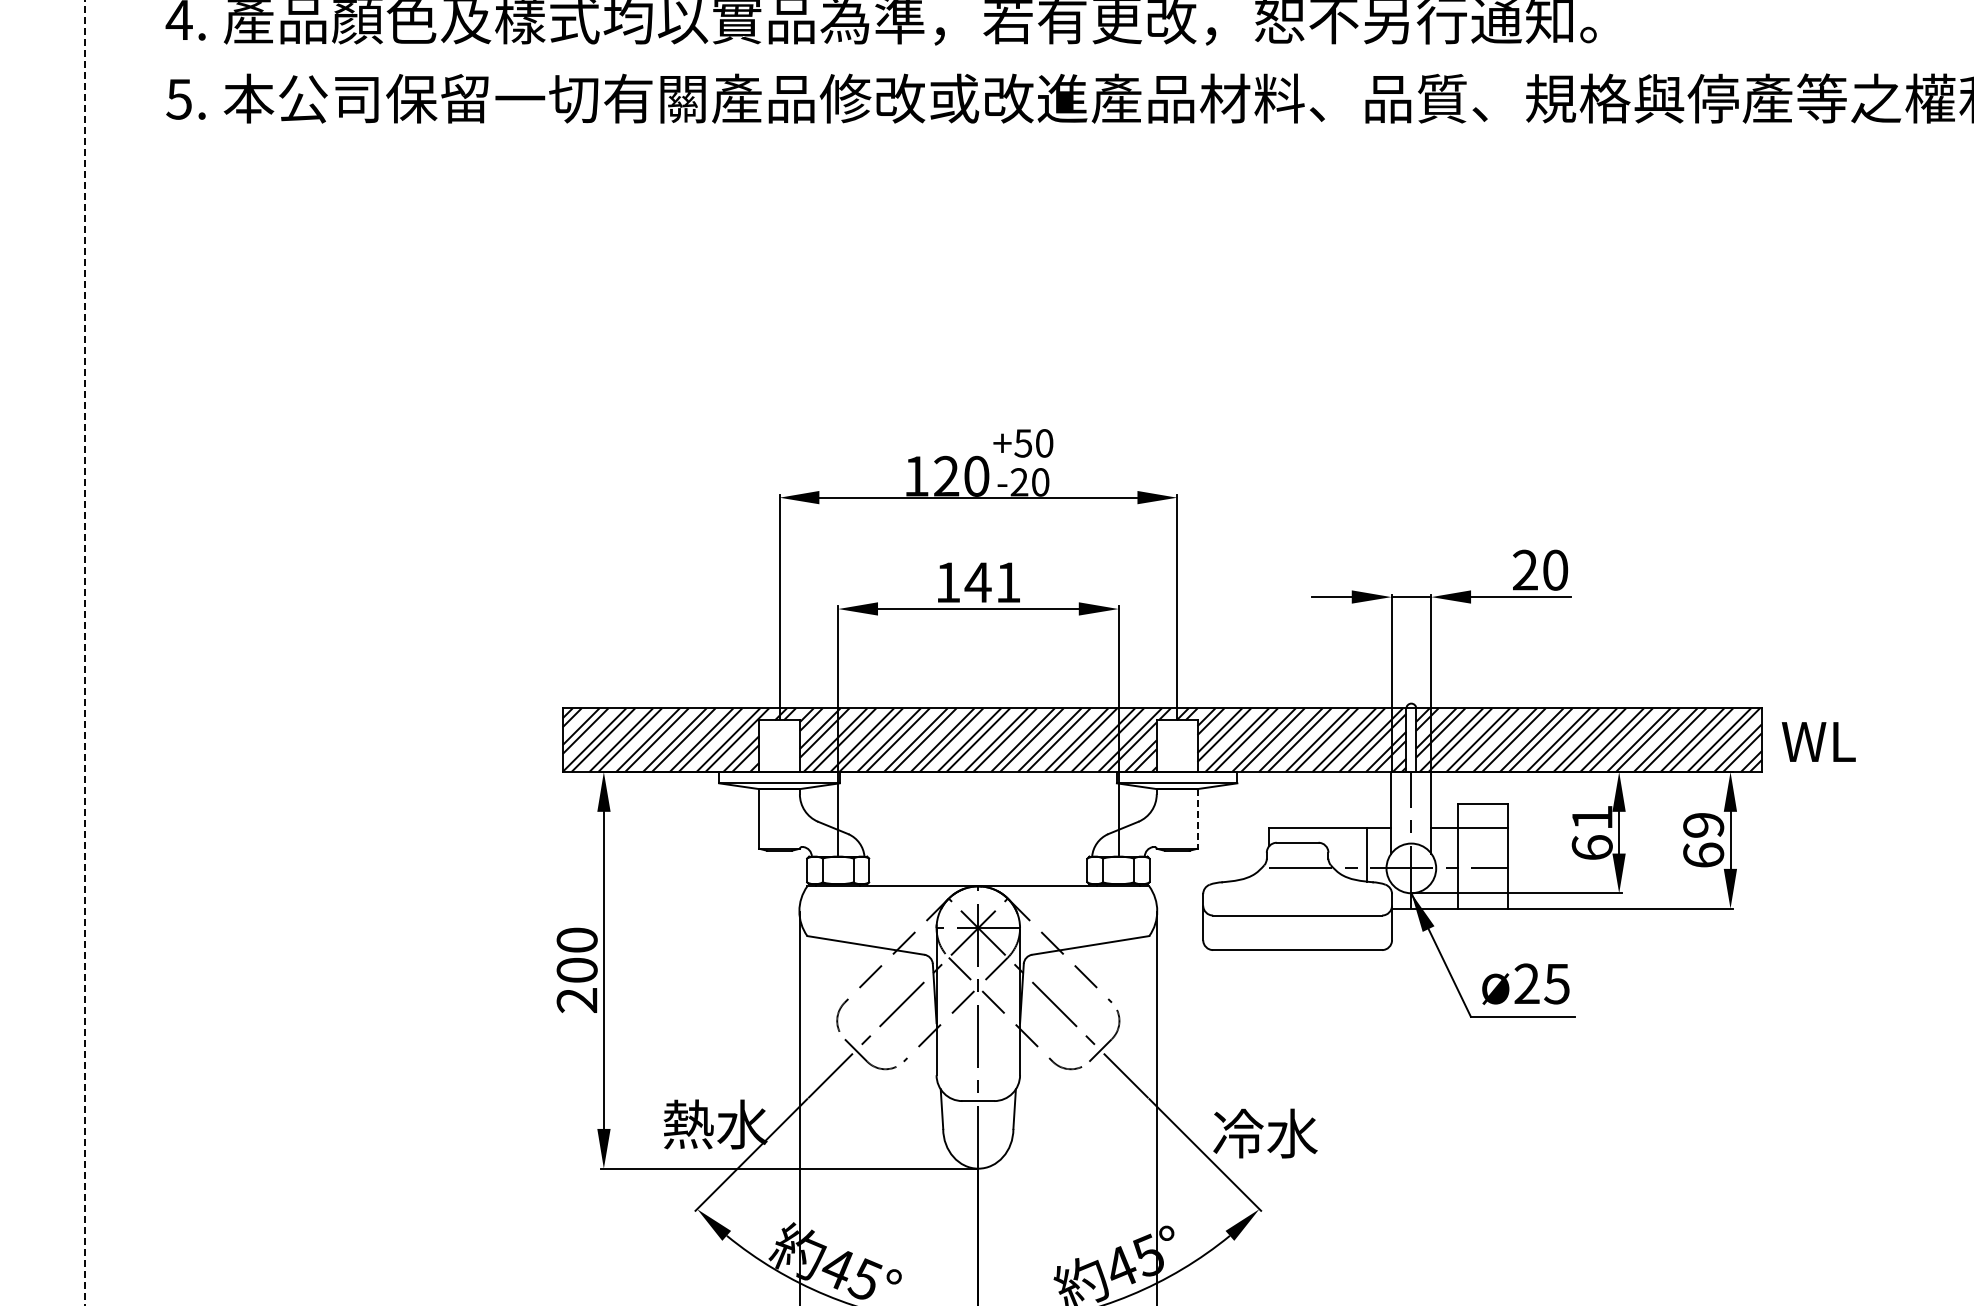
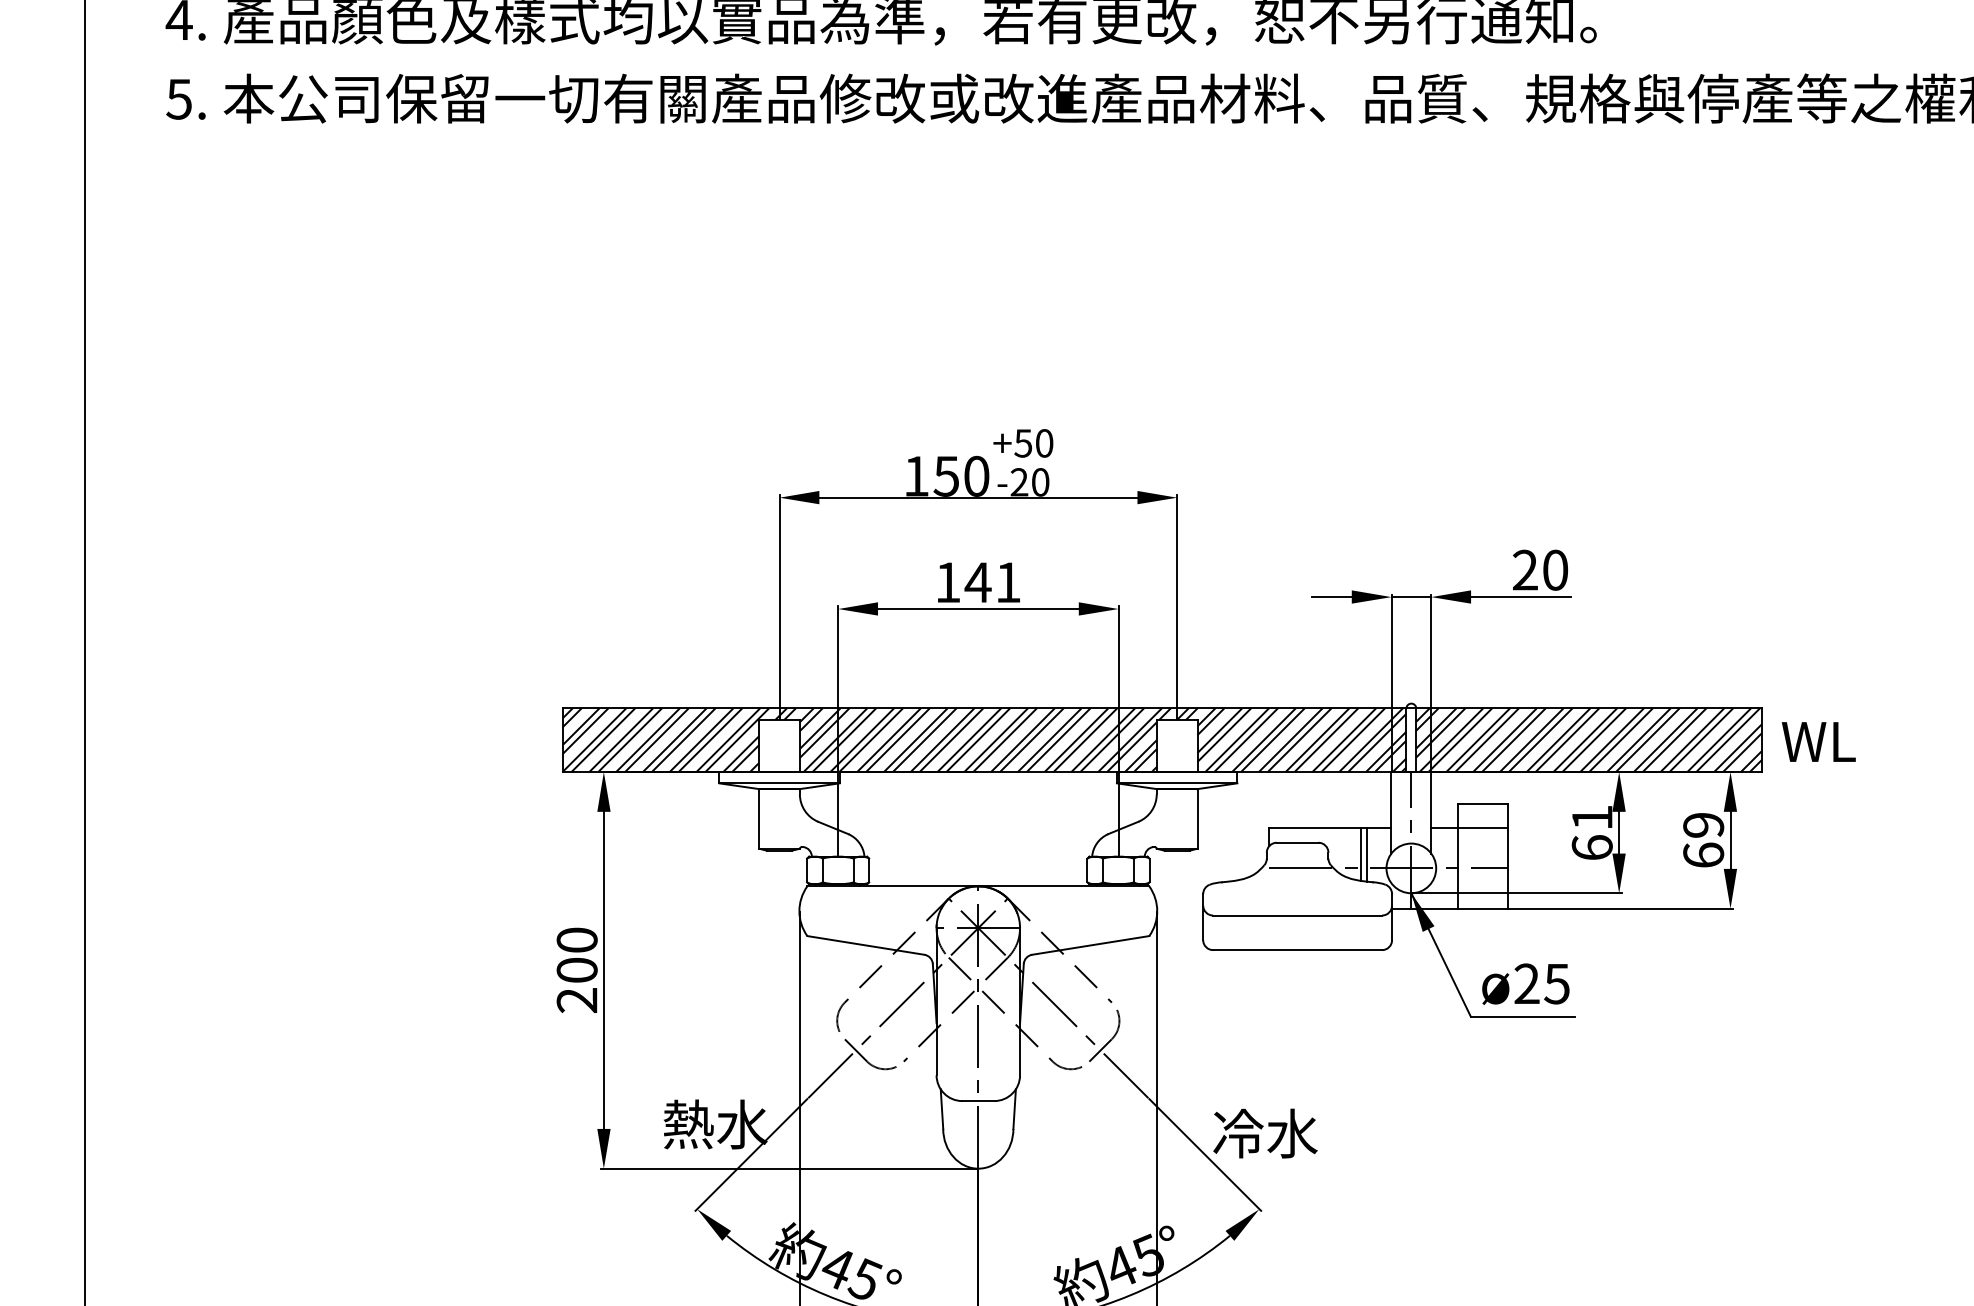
text at (946, 475): 120 -> 150
line at (84, 652): dashed -> solid
line at (1197, 818): dashed -> solid
line at (1360, 854): none -> present
